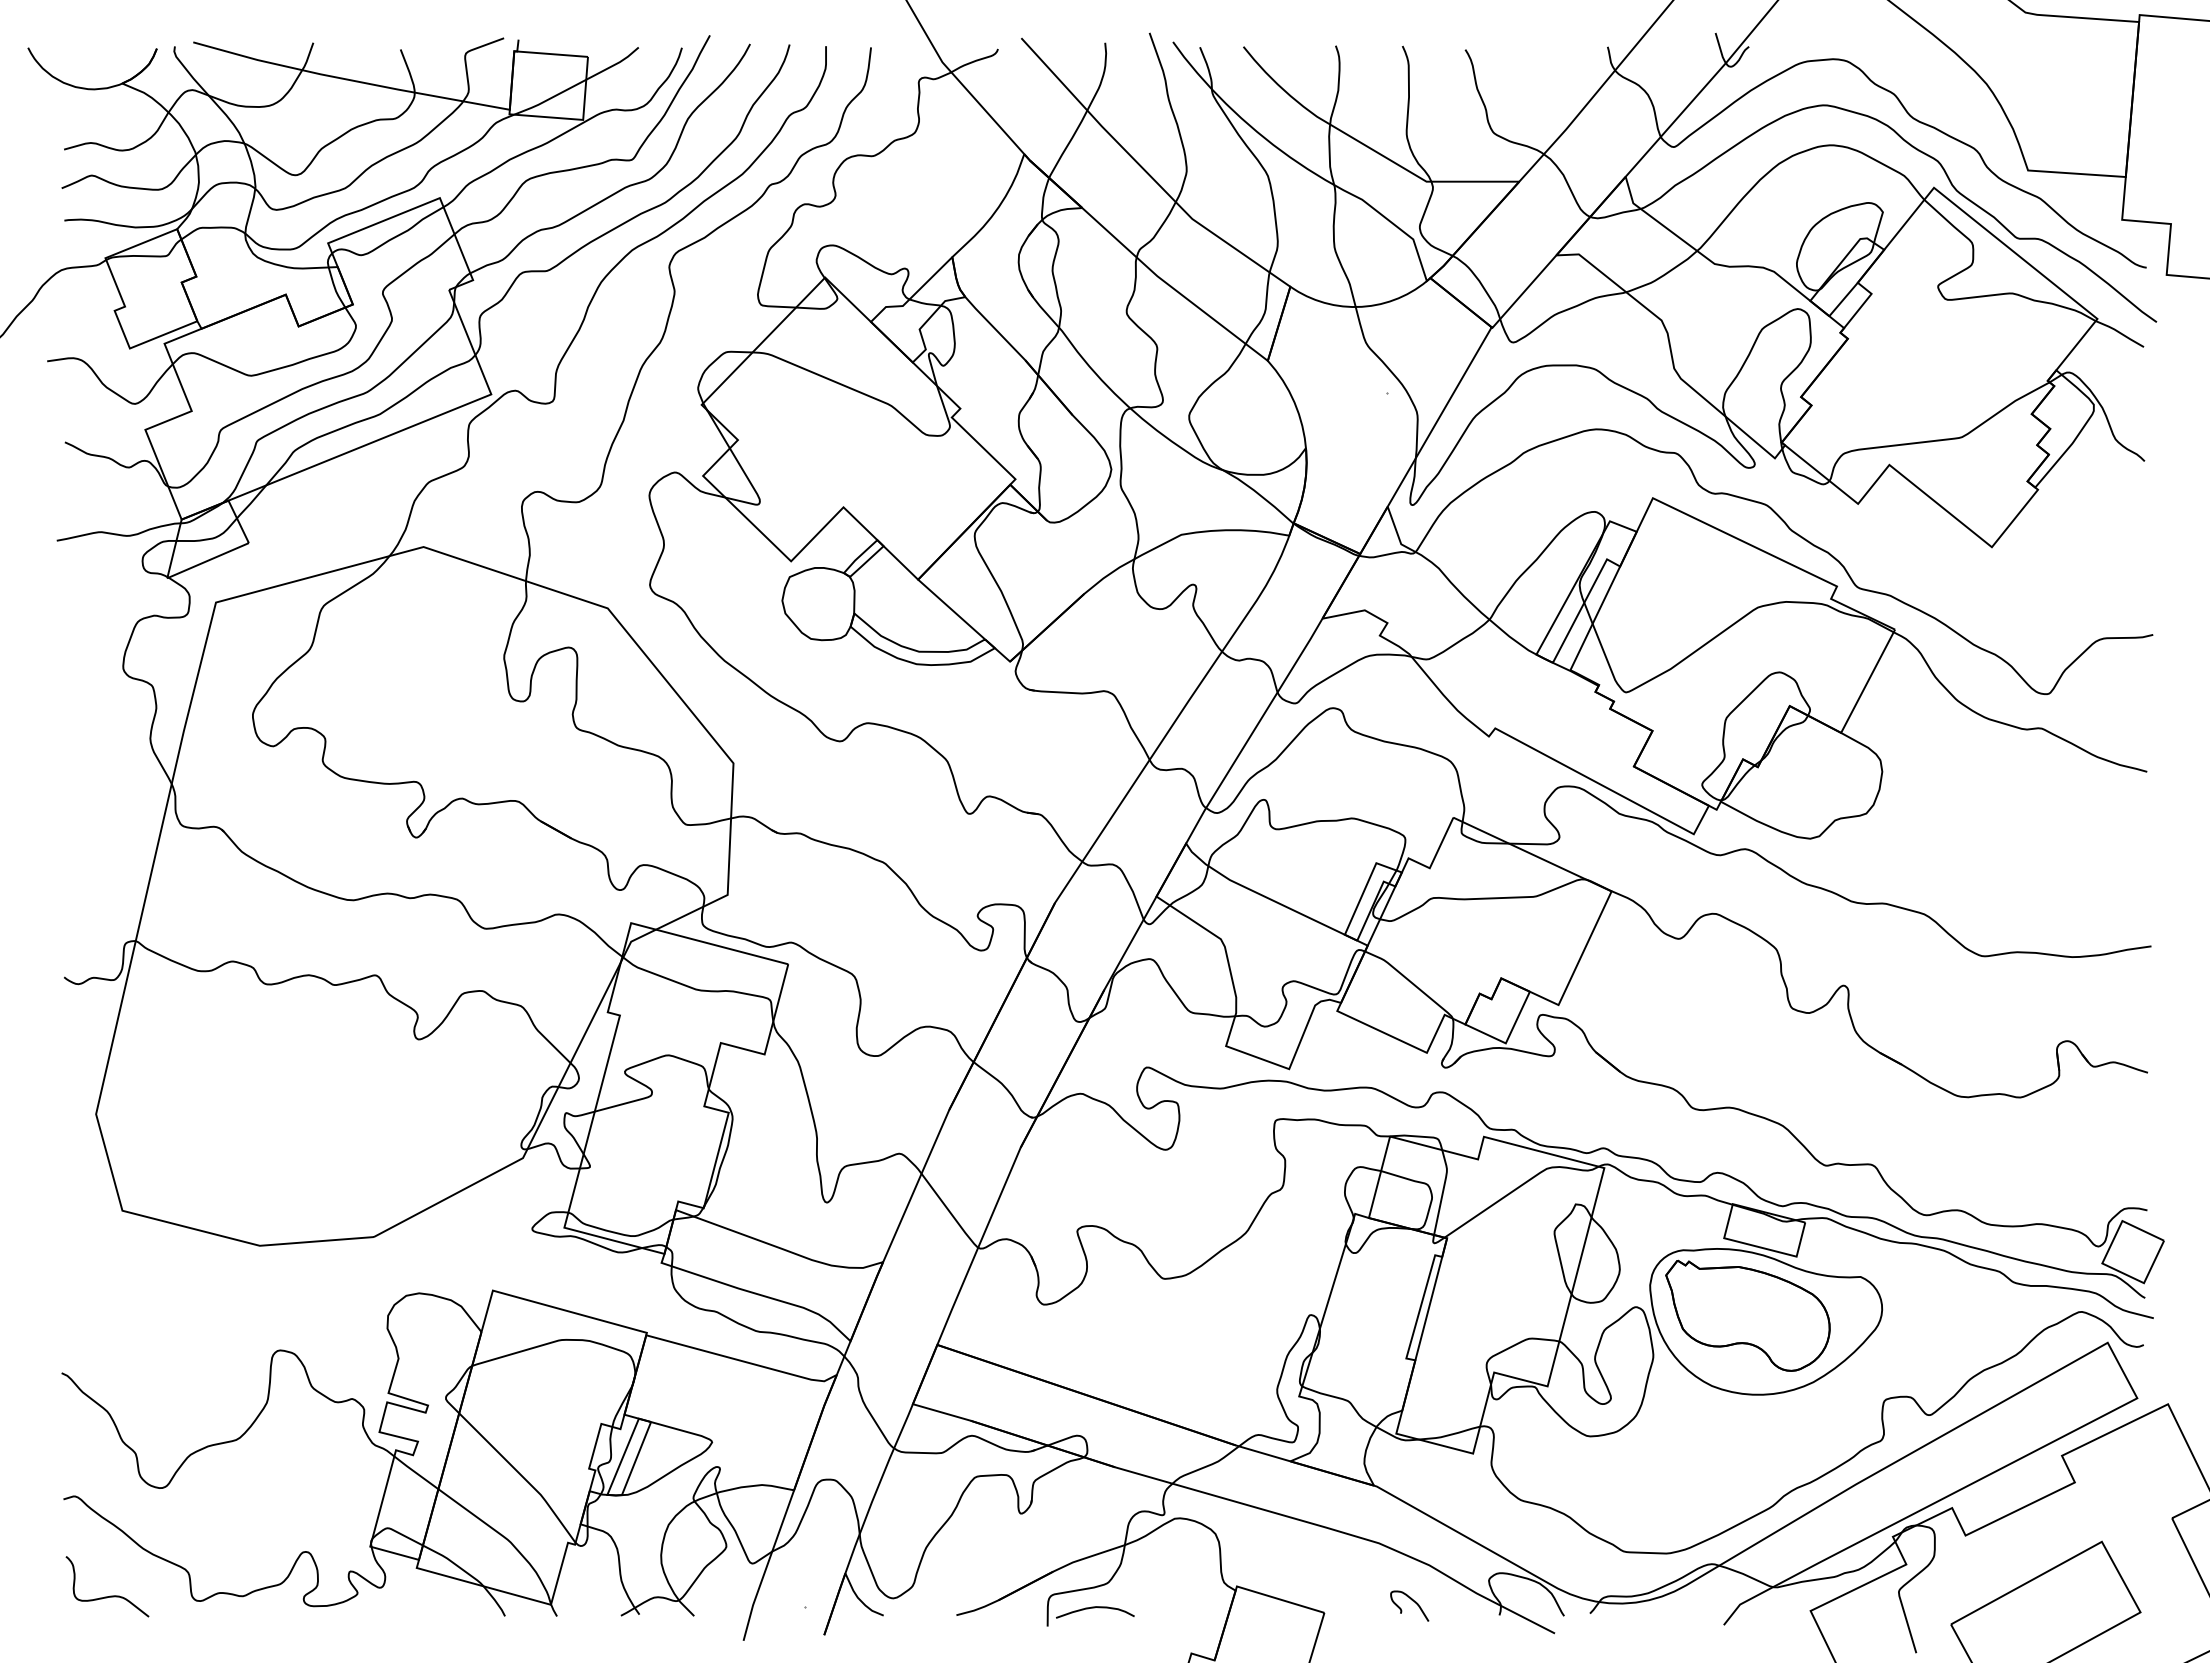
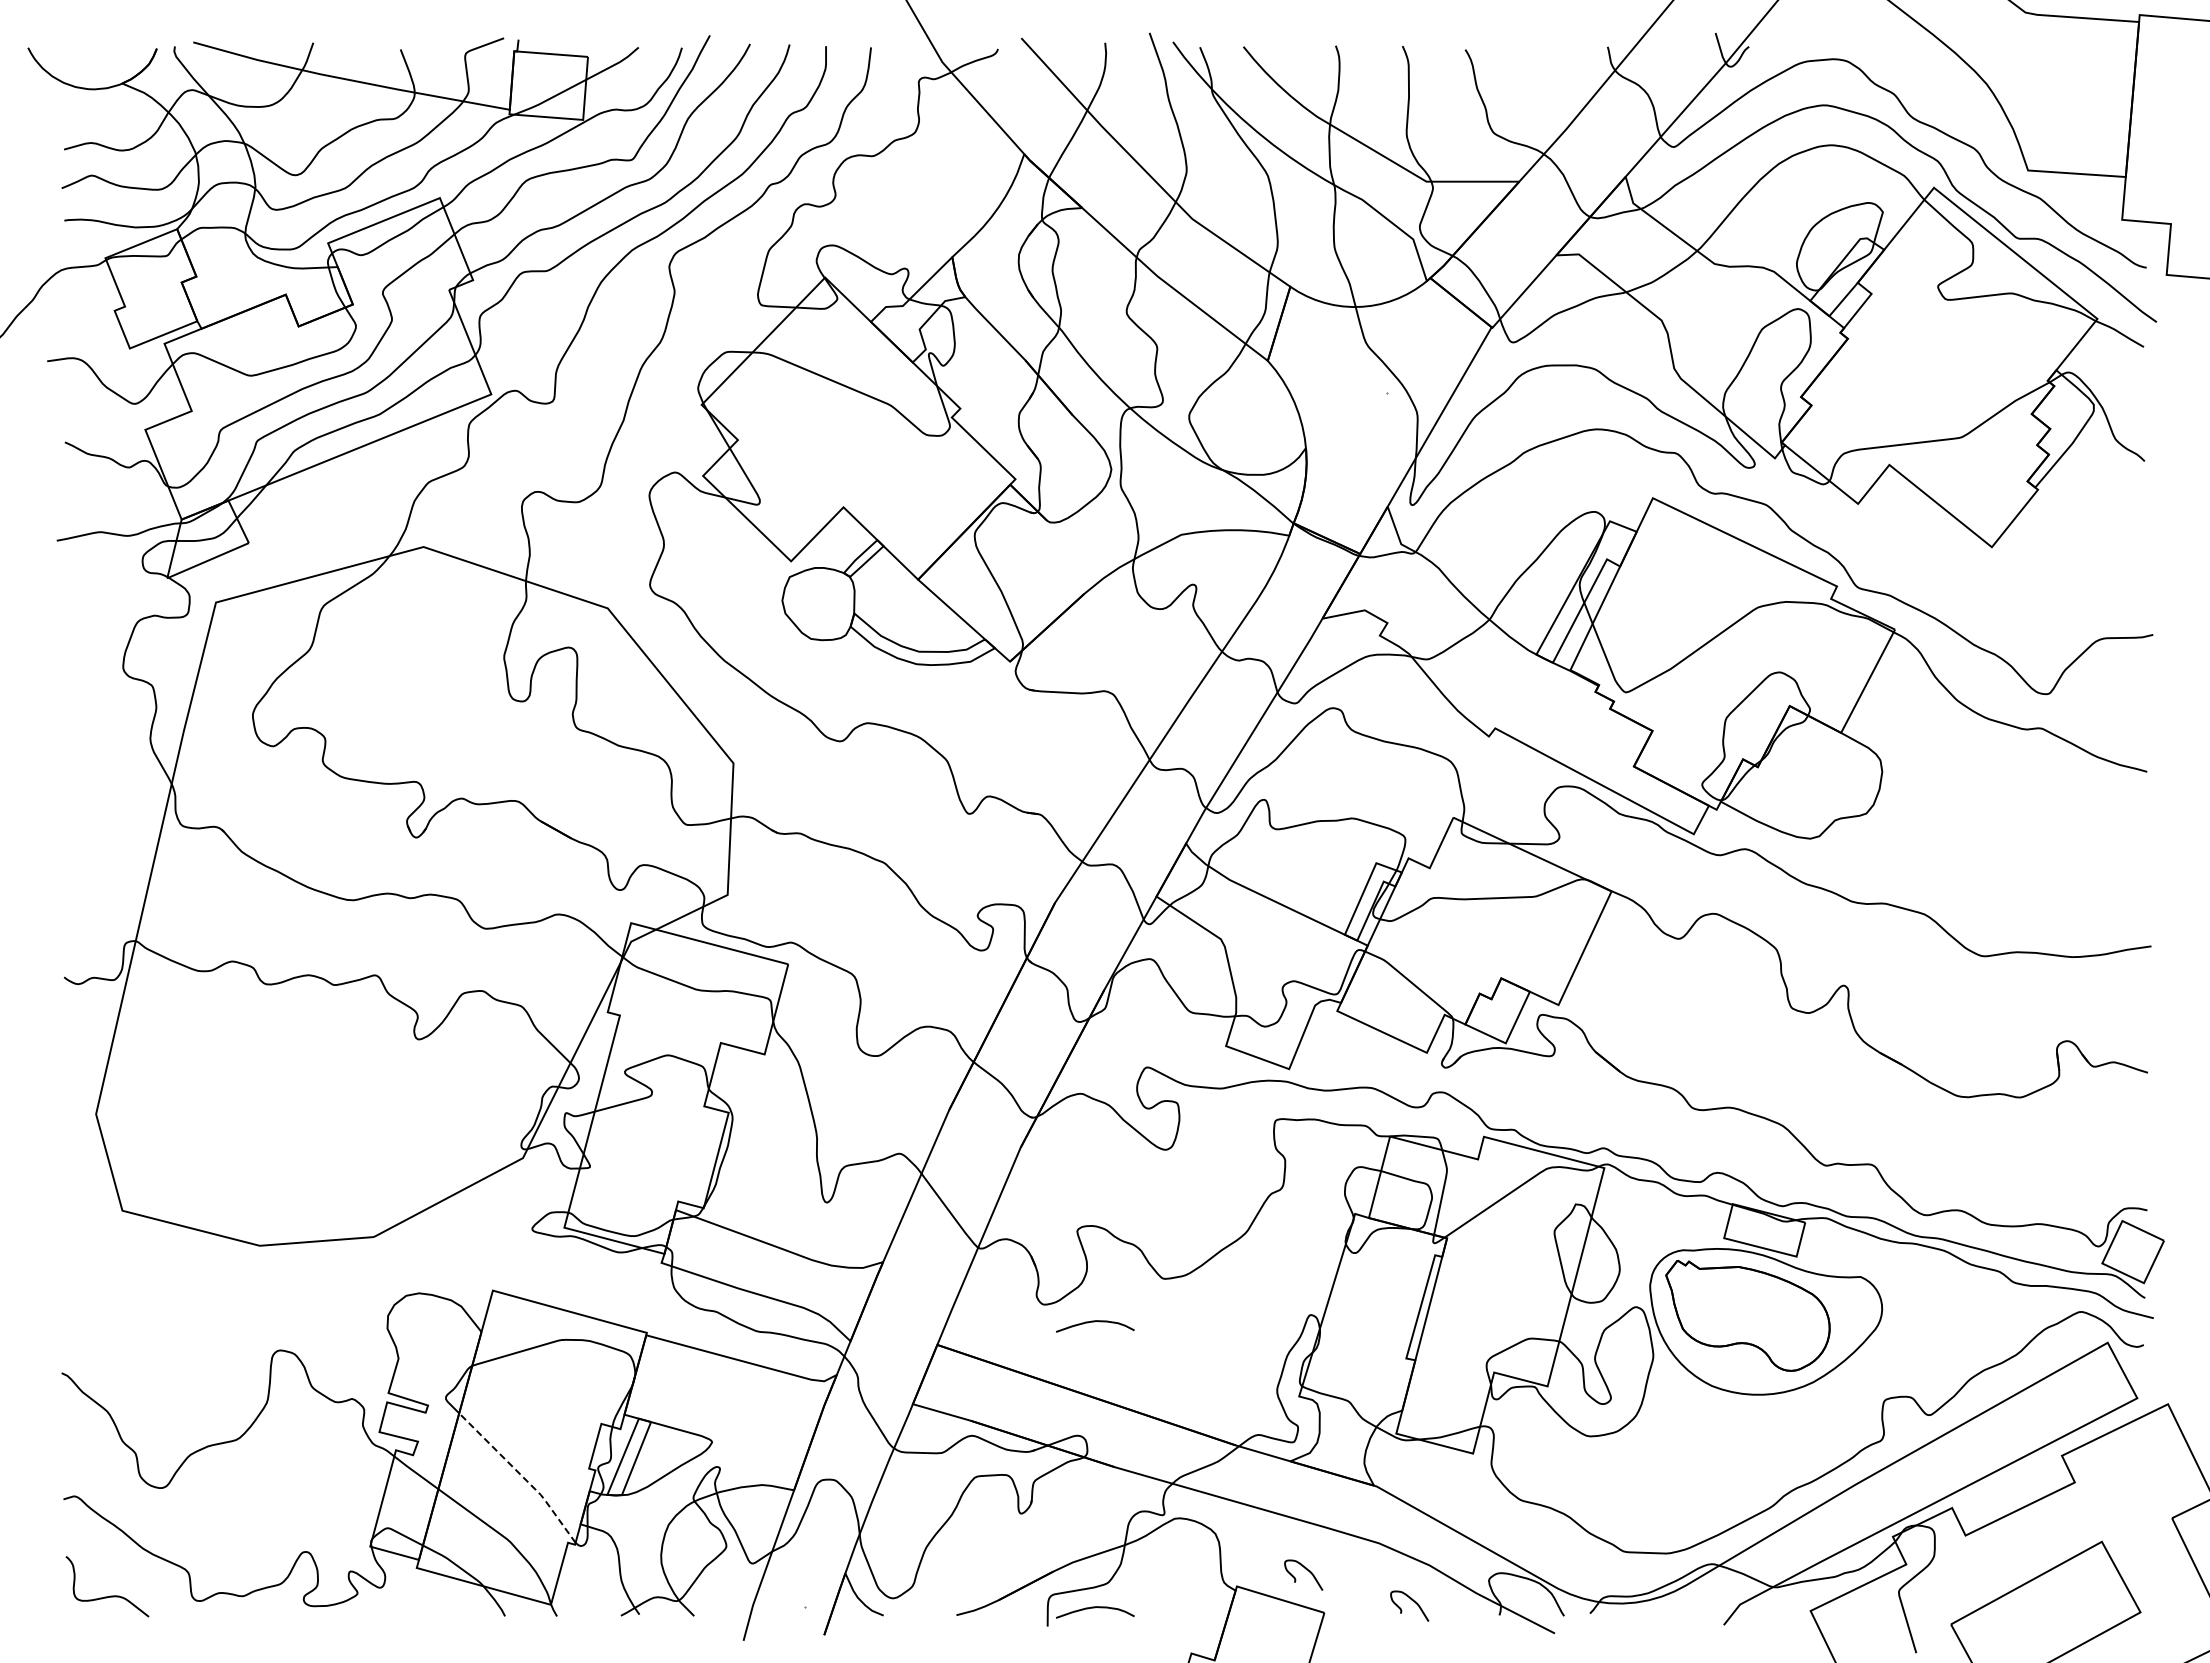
curve at (1095, 1322): none -> present
line at (521, 1475): solid -> dashed
curve at (1306, 1570): none -> present
